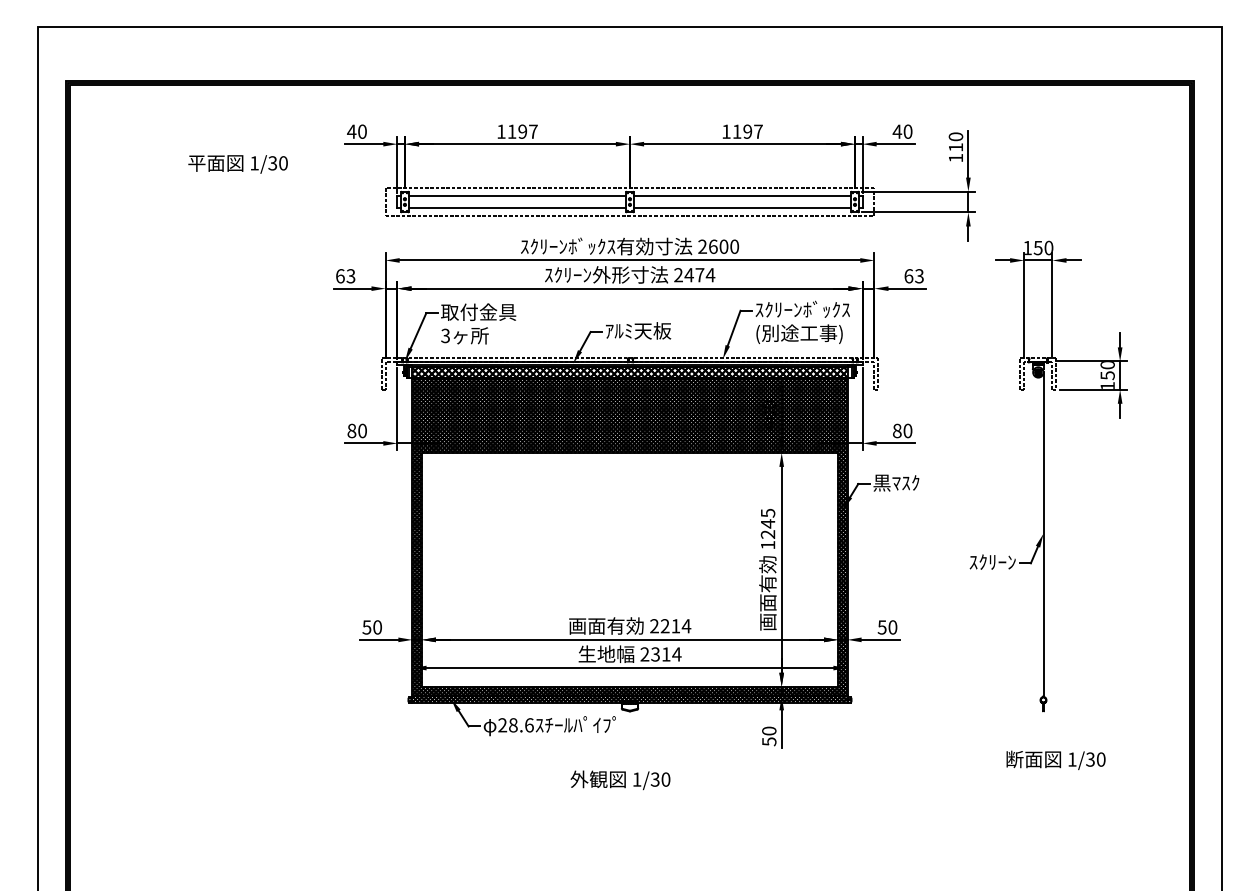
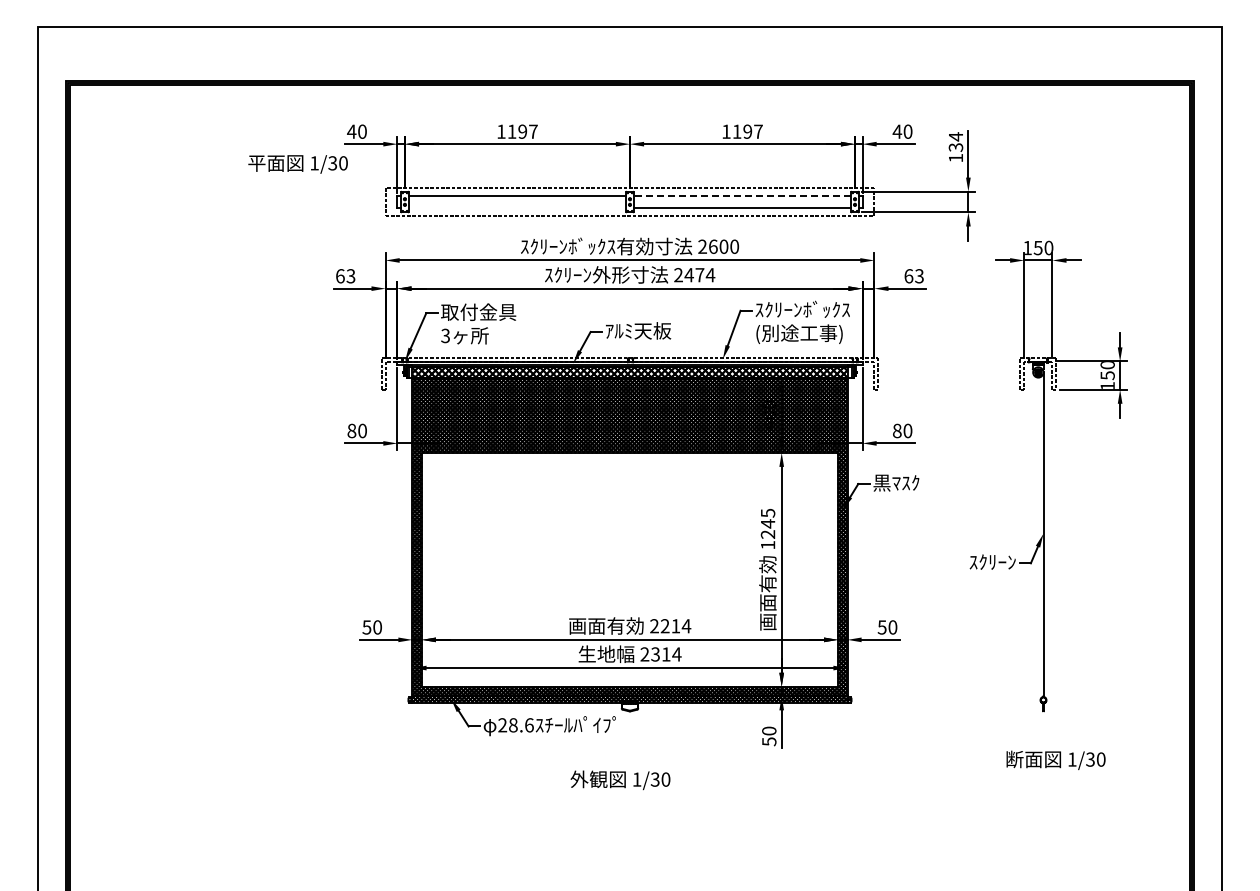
text at (955, 141): 110 -> 134
text at (237, 164) position: (237, 164) -> (297, 164)
line at (742, 196): solid -> dashed
line at (517, 207): present -> none
